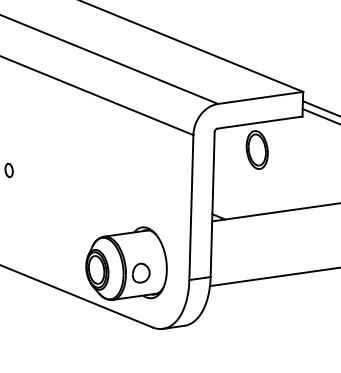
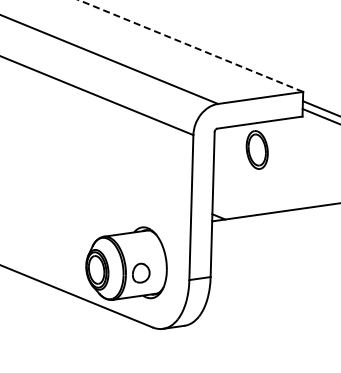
line at (190, 45): solid -> dashed
part at (8, 170): present -> none
line at (273, 277): present -> none
